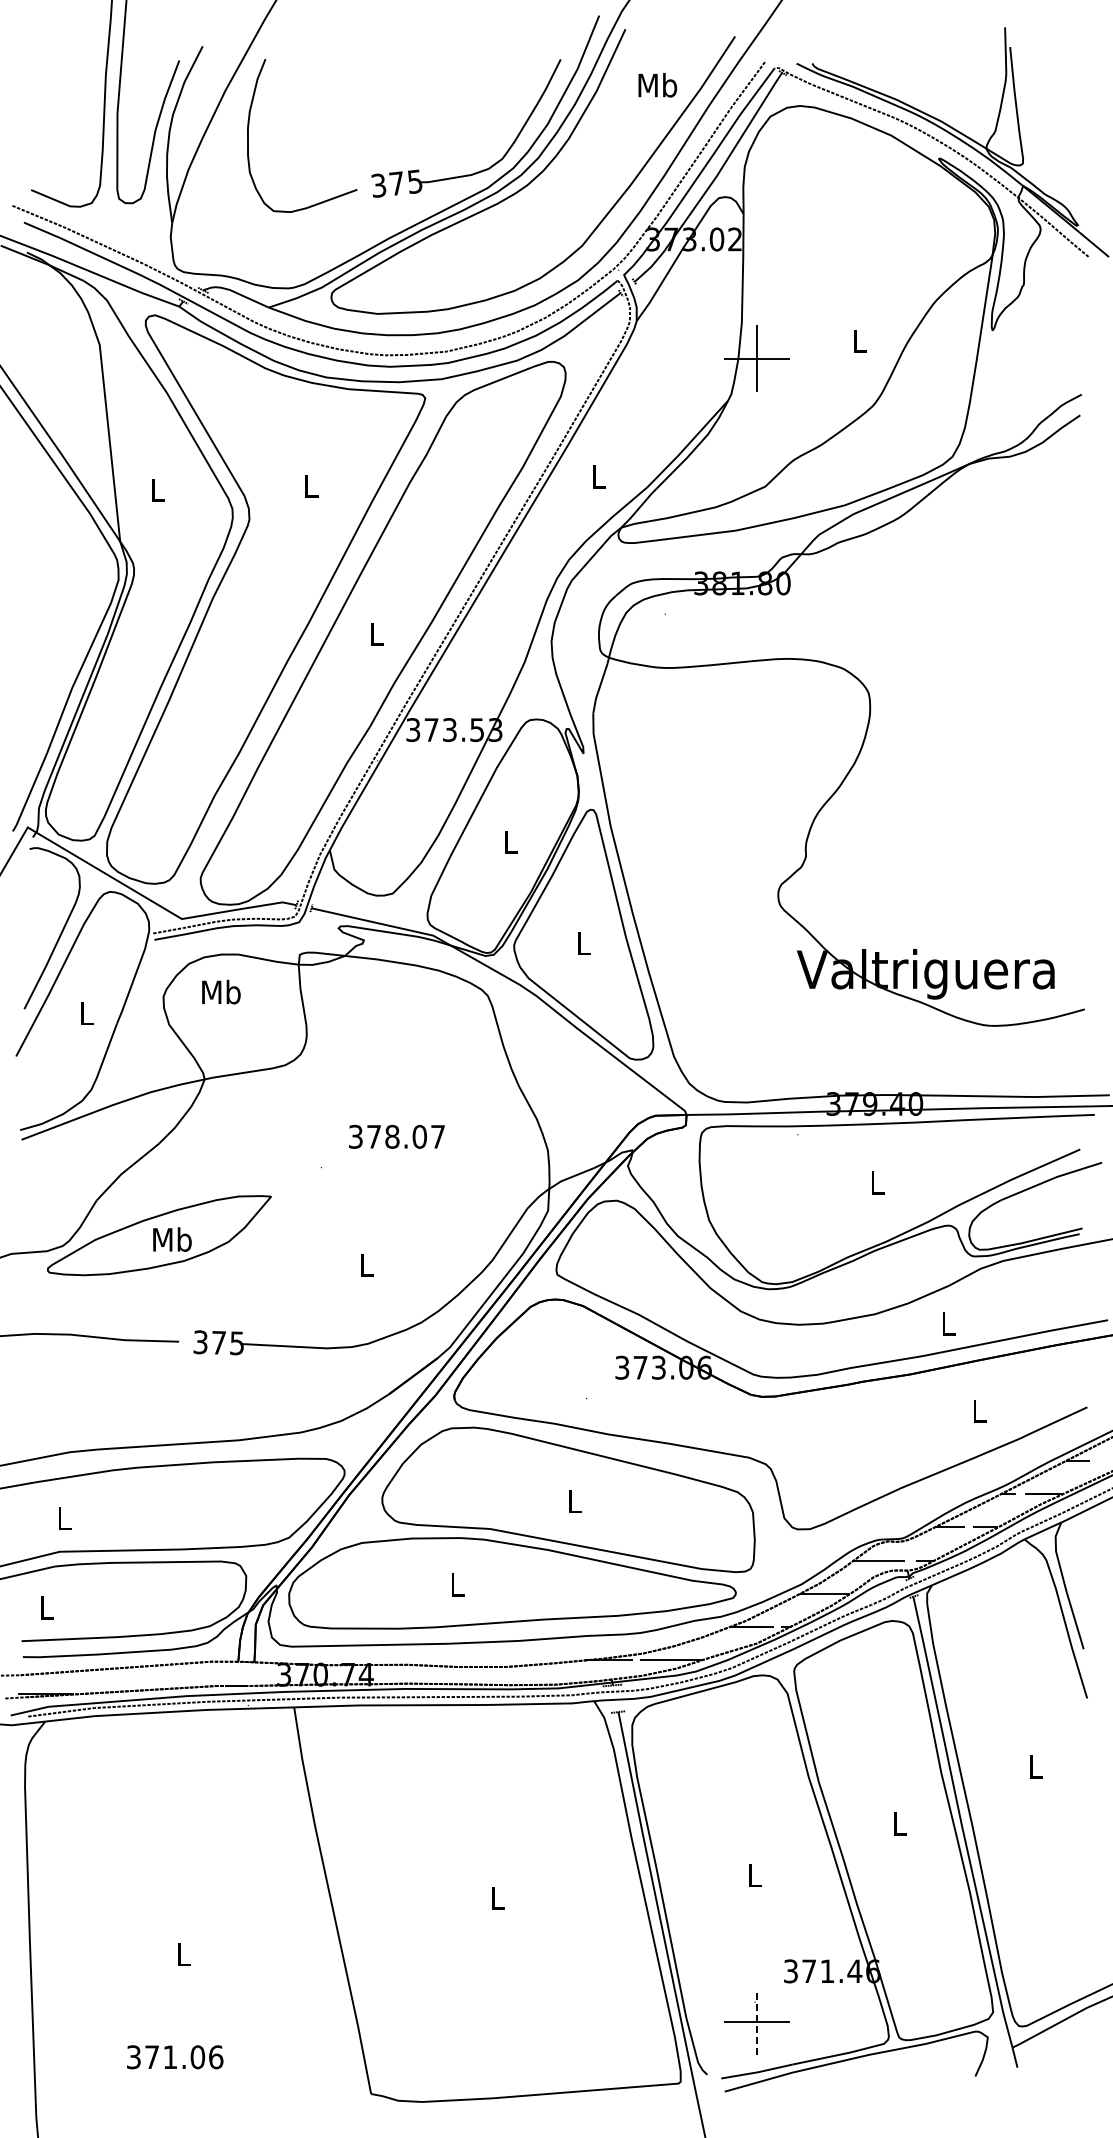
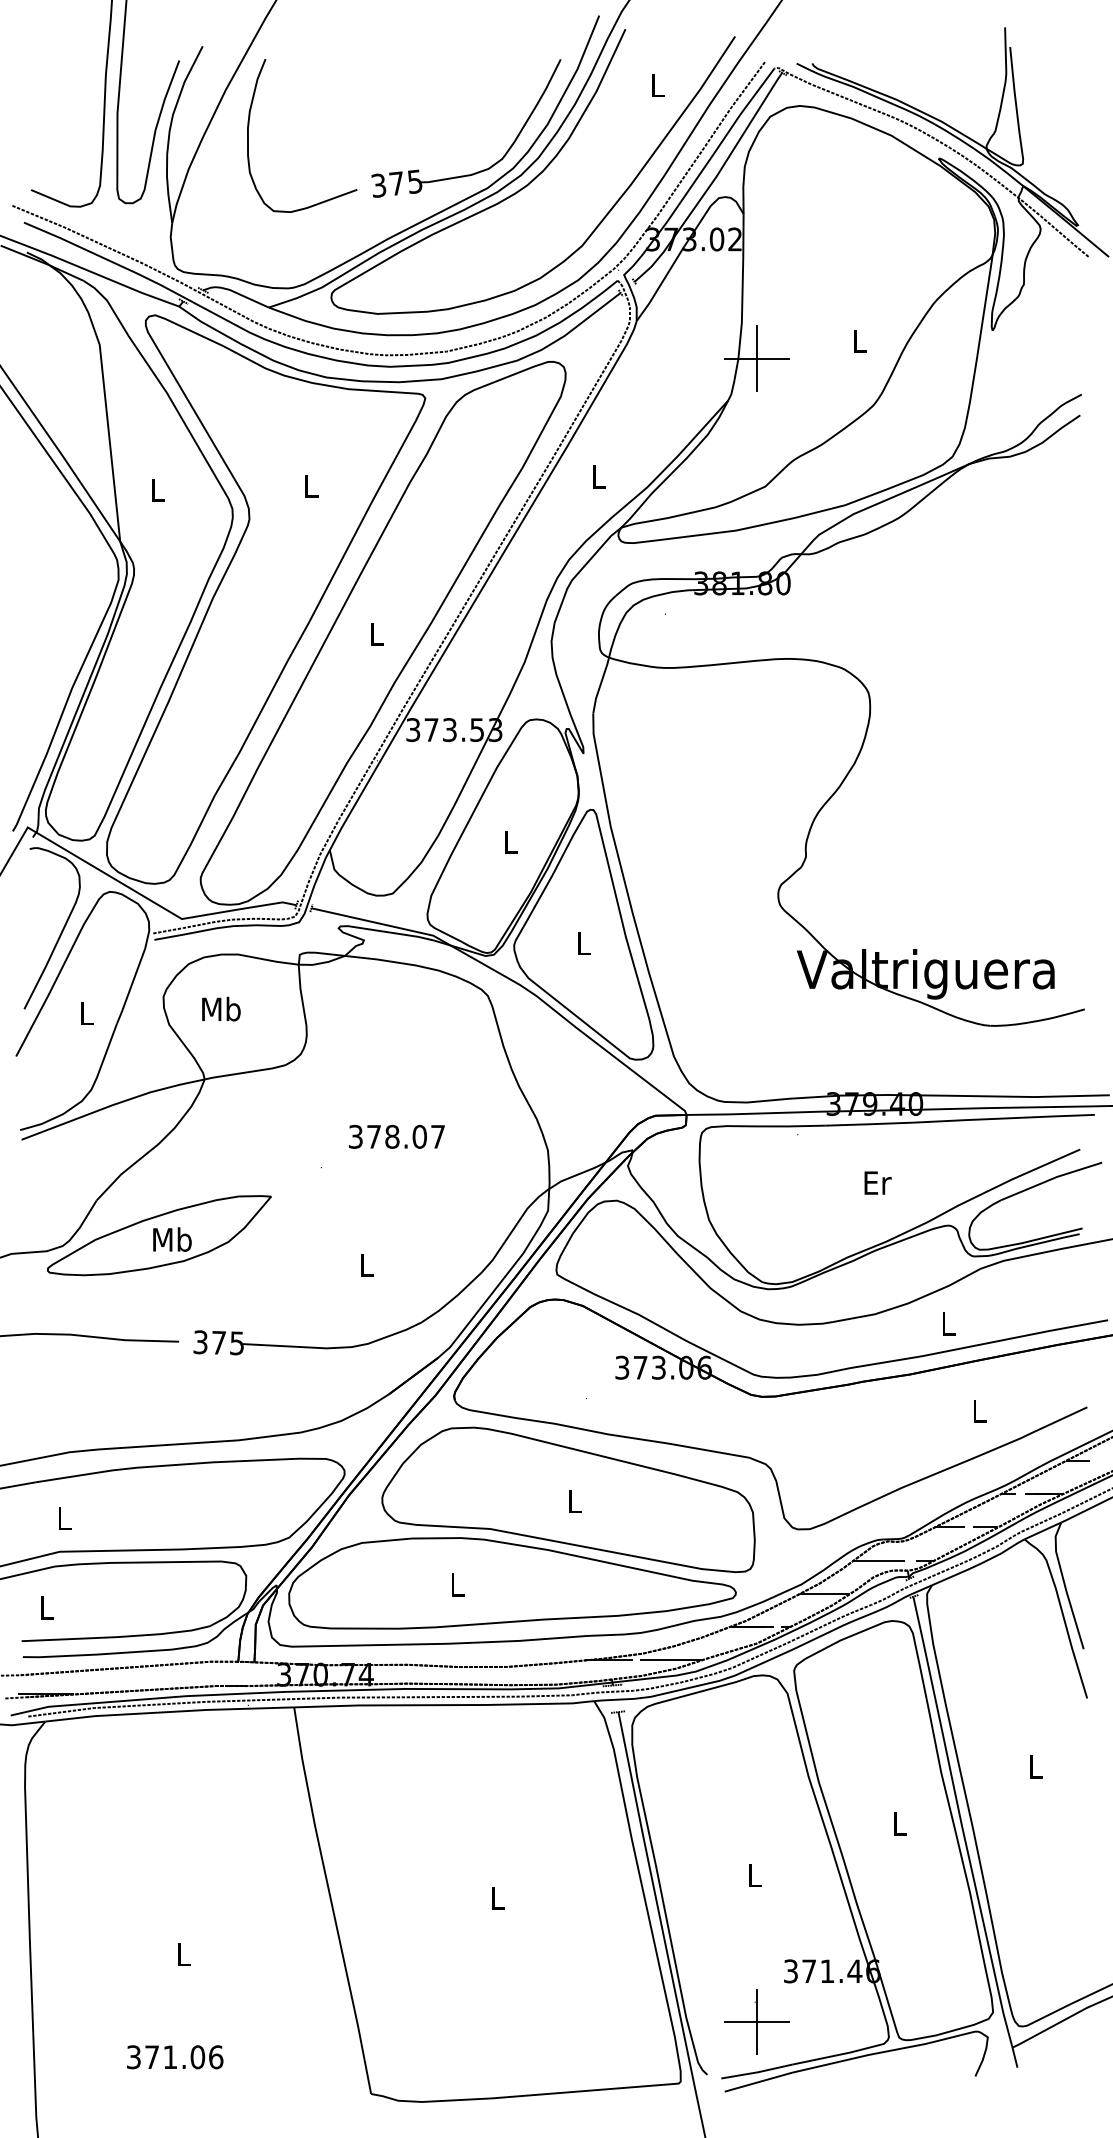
text at (657, 85): Mb -> L
text at (221, 991) position: (221, 991) -> (221, 1008)
text at (877, 1182): L -> Er
line at (756, 2021): dashed -> solid
